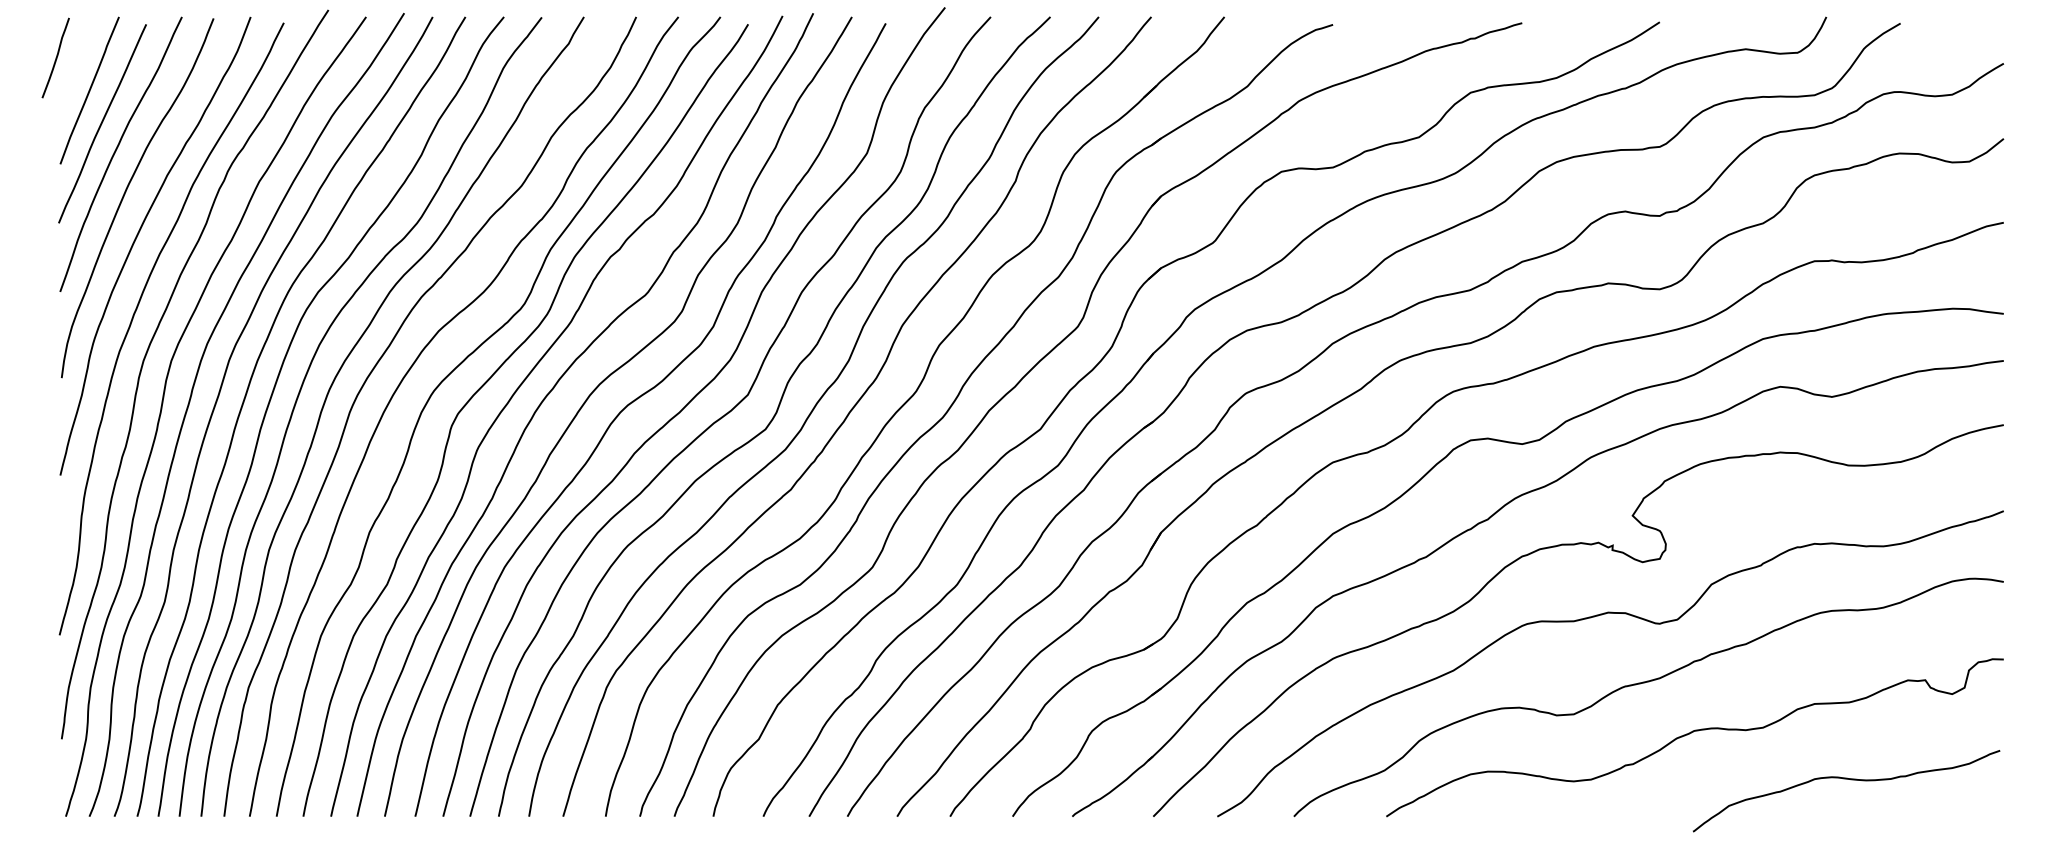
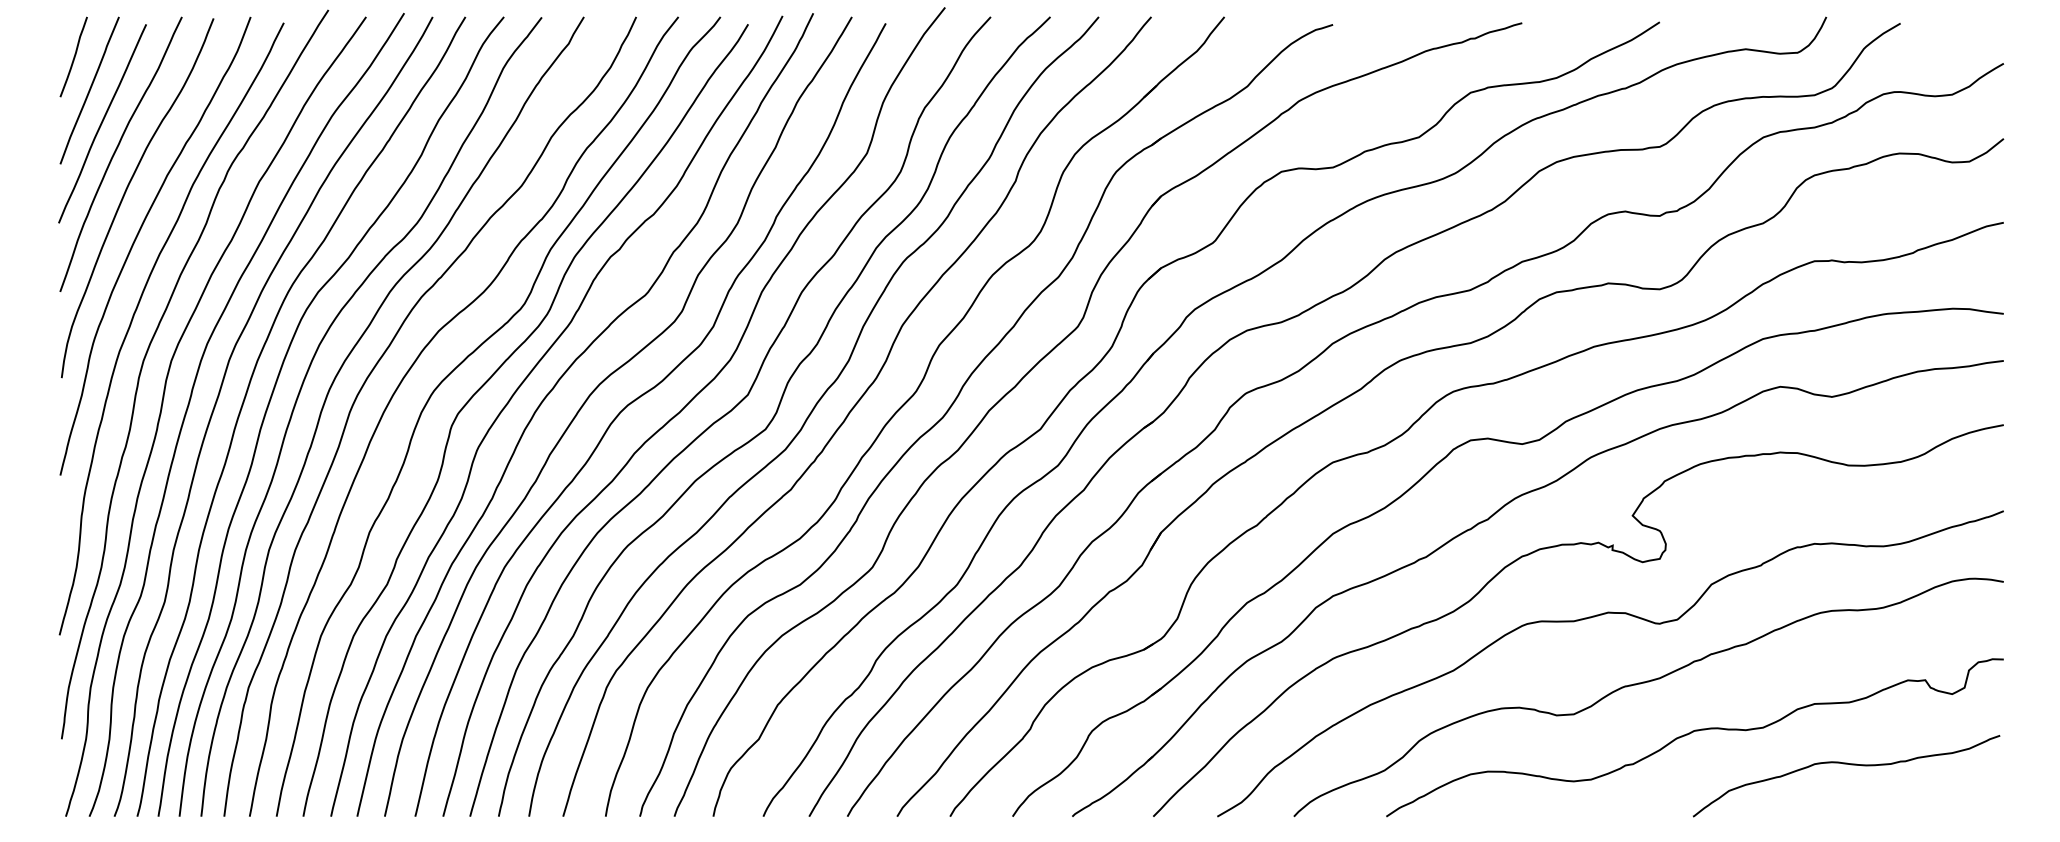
curve at (55, 57) position: (55, 57) -> (73, 56)
curve at (1846, 779) position: (1846, 779) -> (1846, 764)
